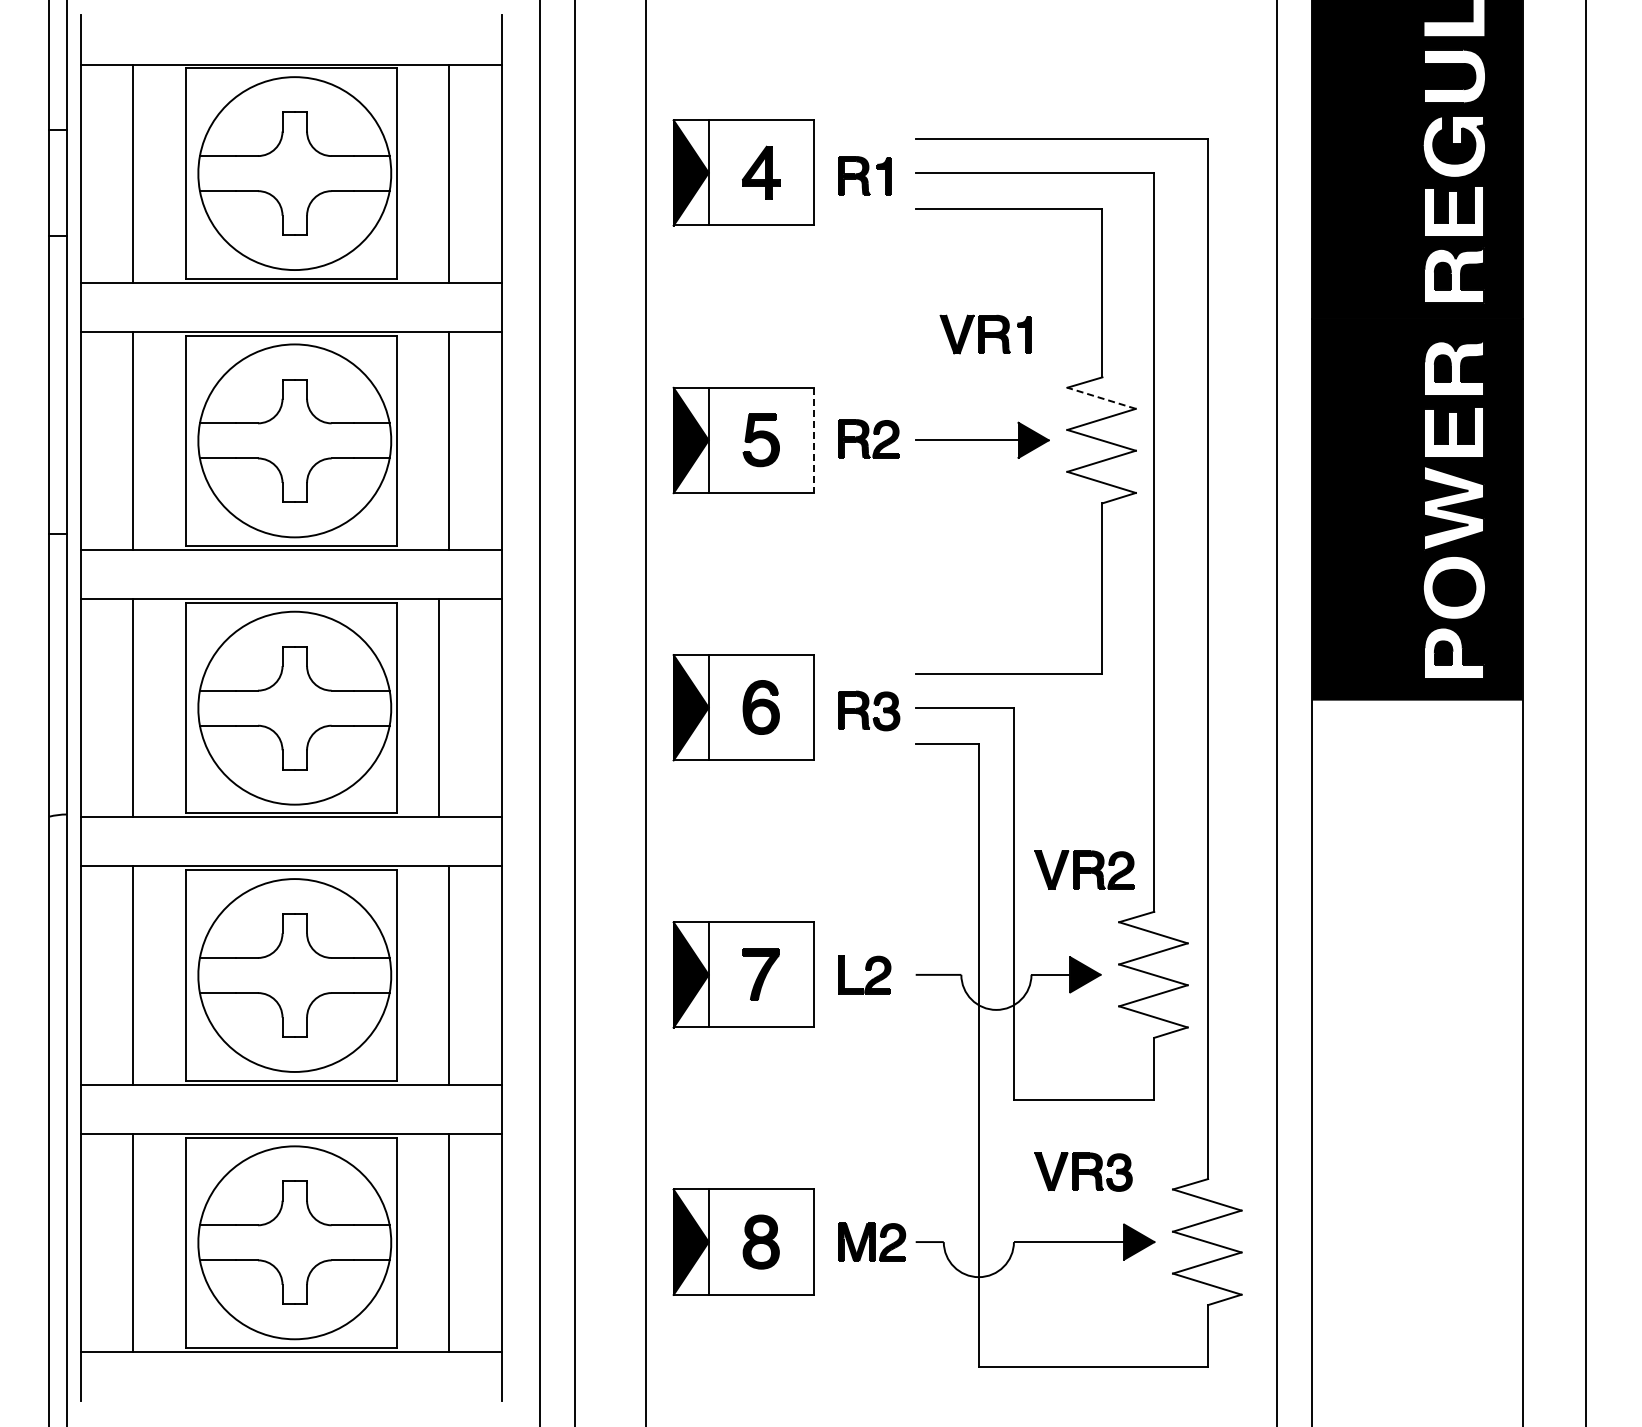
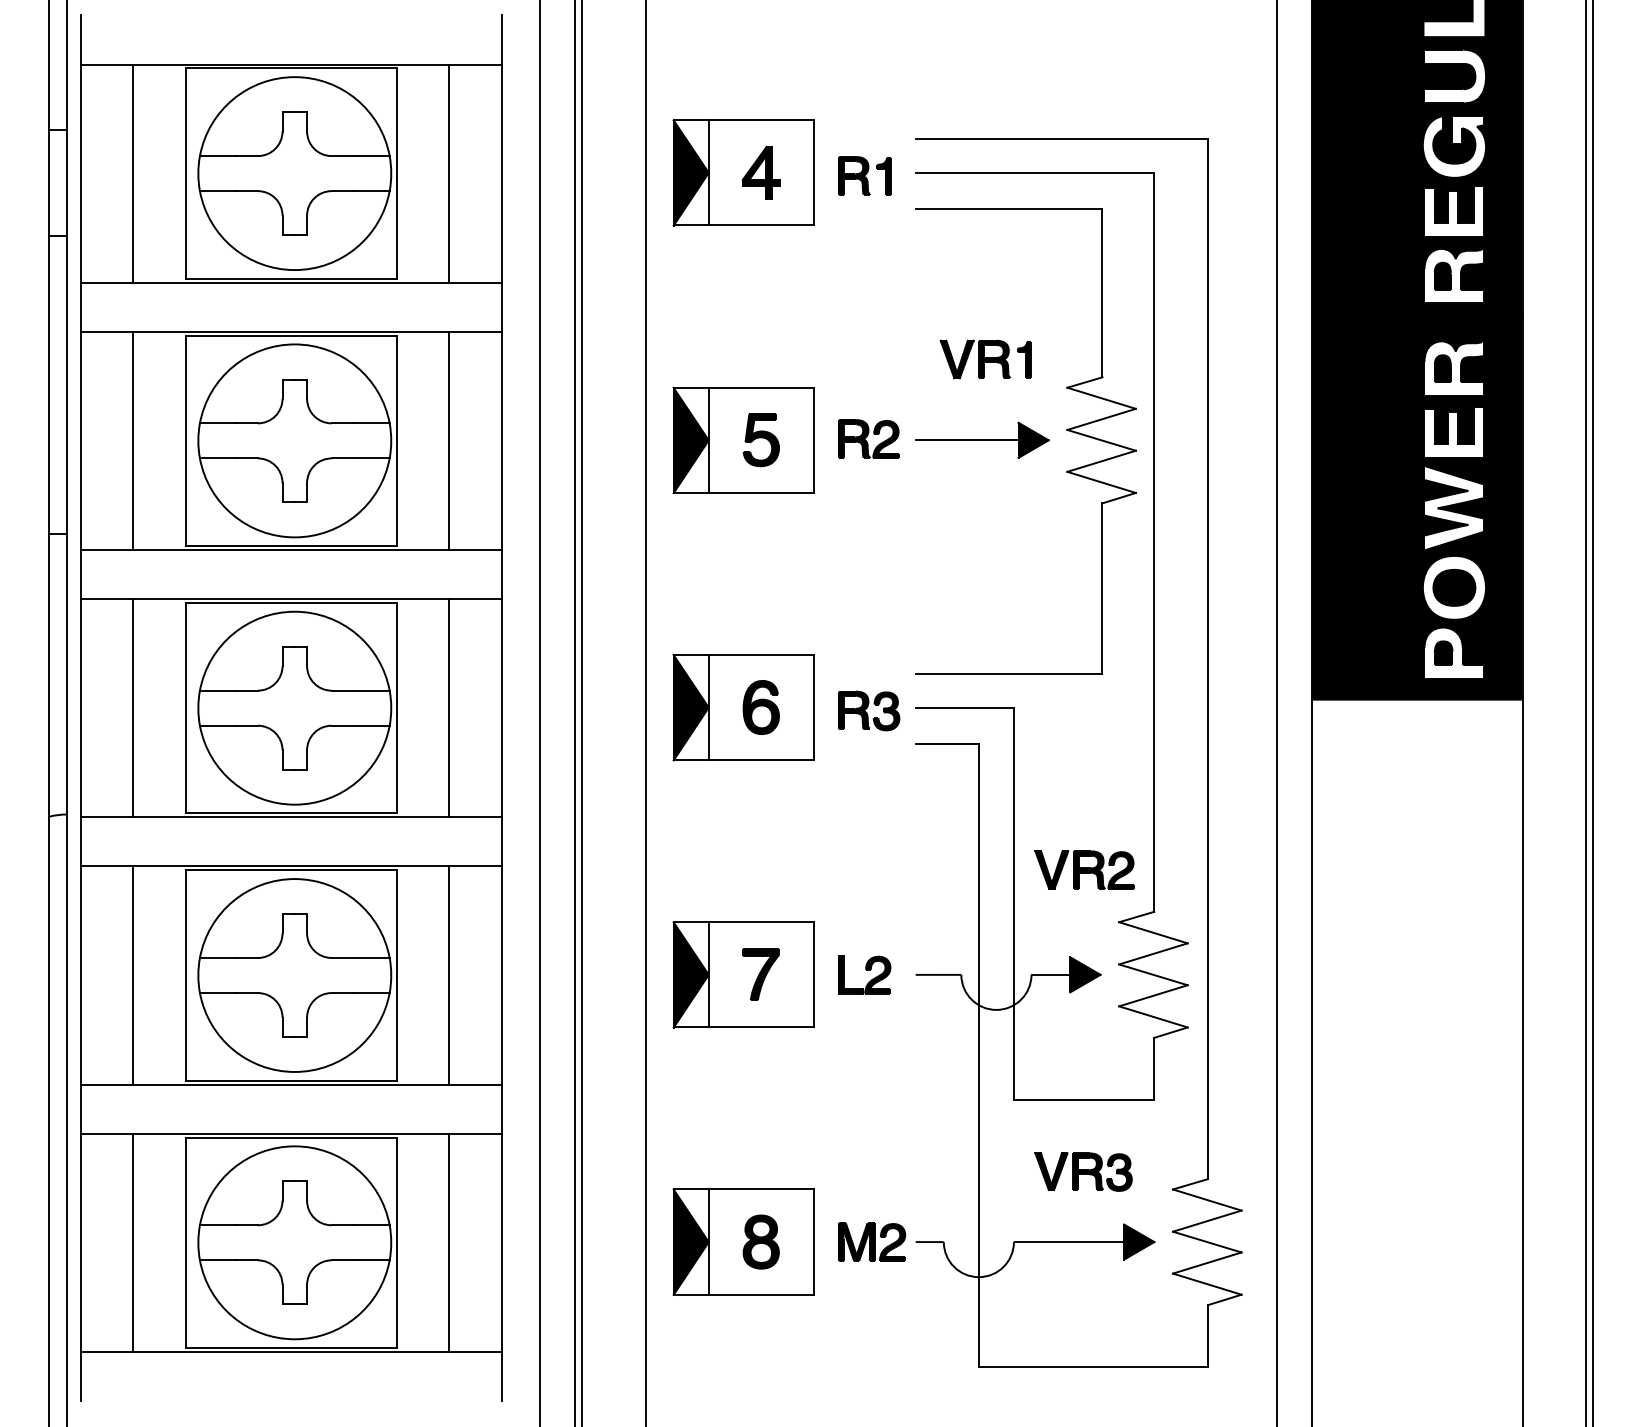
part at (985, 334) position: (985, 334) -> (985, 359)
line at (1101, 398): dashed -> solid
line at (813, 440): dashed -> solid
line at (439, 708) position: (439, 708) -> (449, 708)
line at (582, 712): none -> present
line at (1592, 712): none -> present
